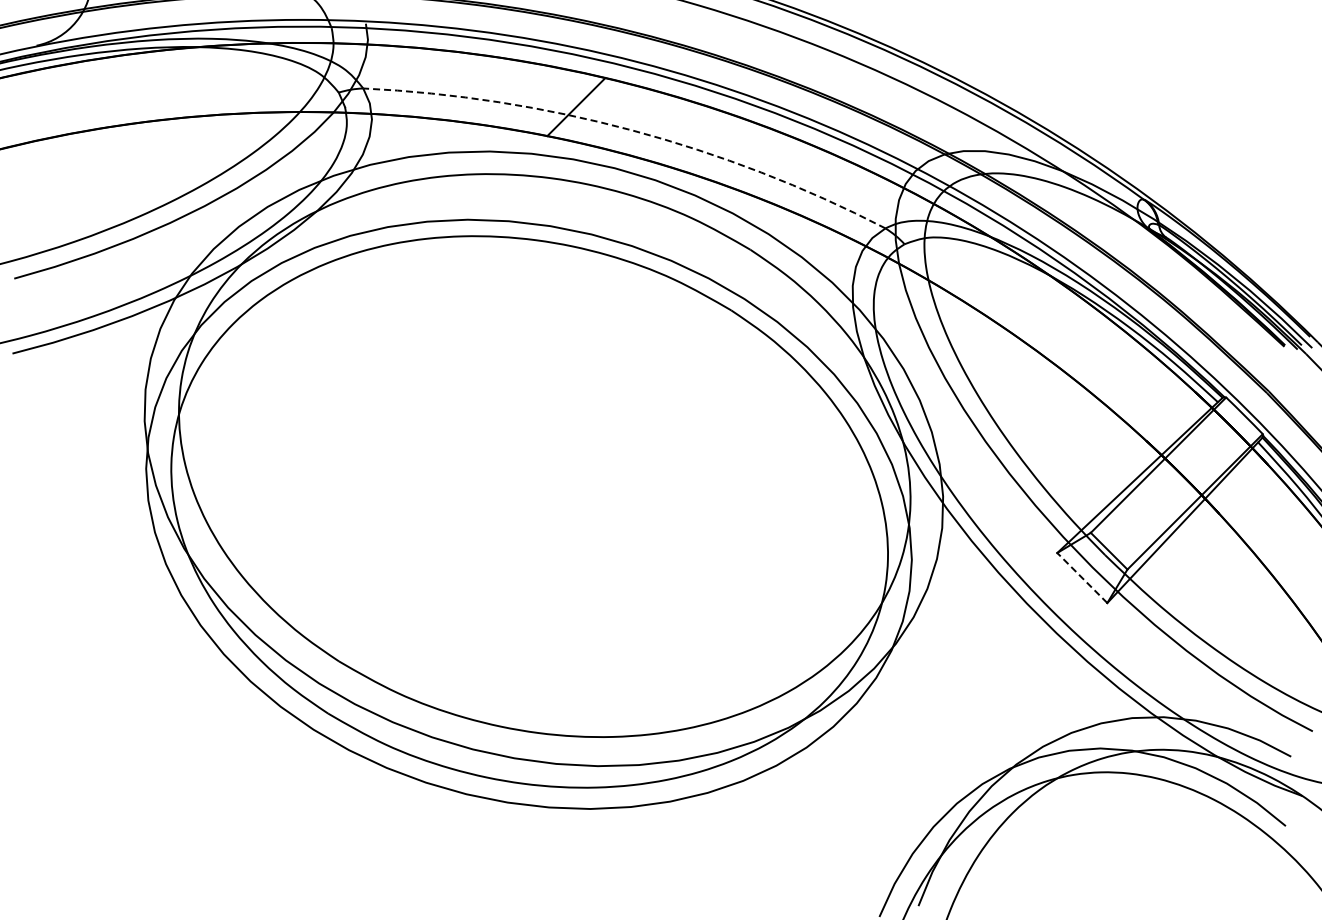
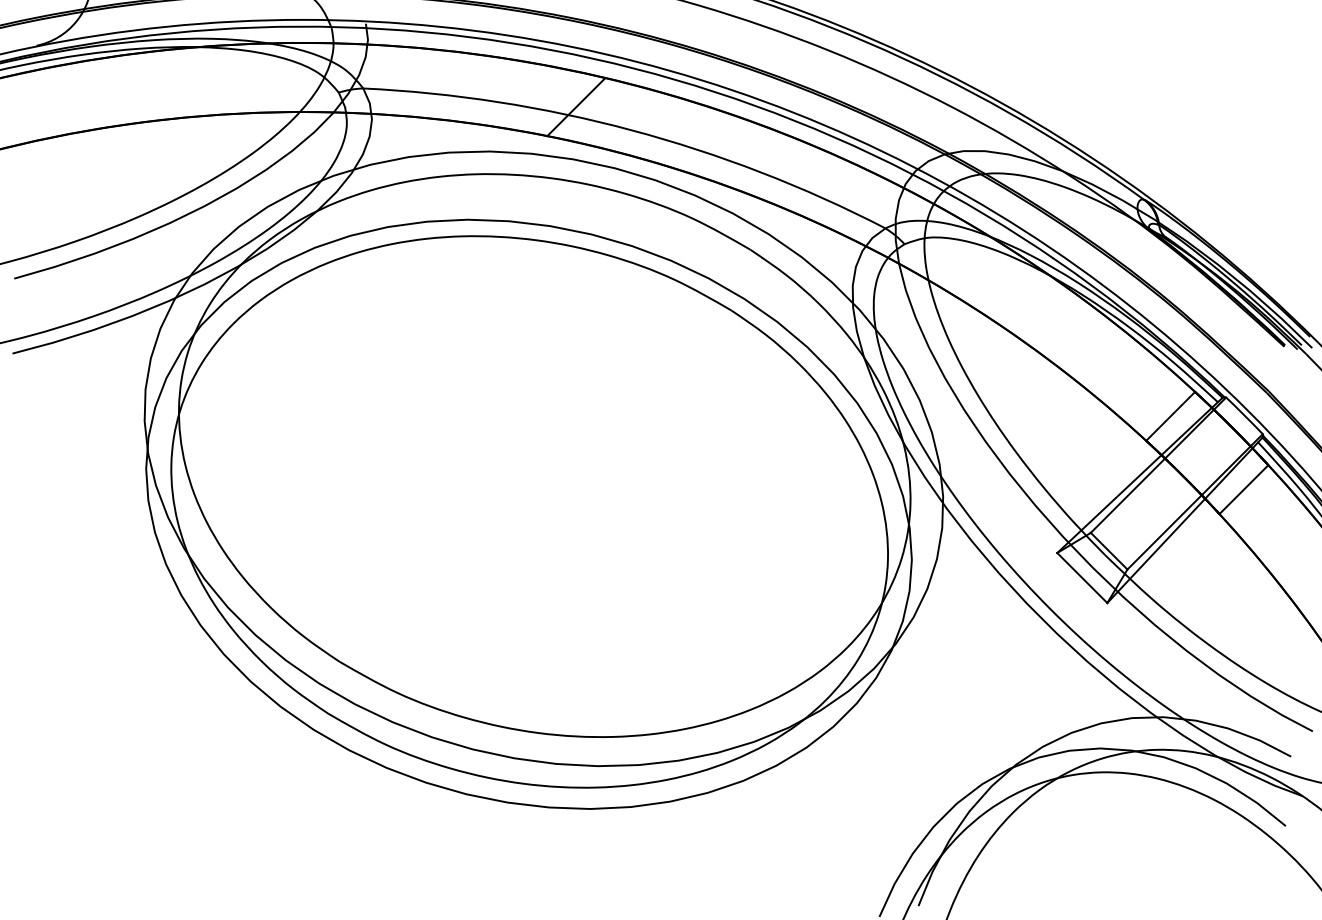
arc at (631, 130): dashed -> solid
line at (1170, 415): none -> present
line at (1243, 489): none -> present
line at (1081, 577): dashed -> solid
